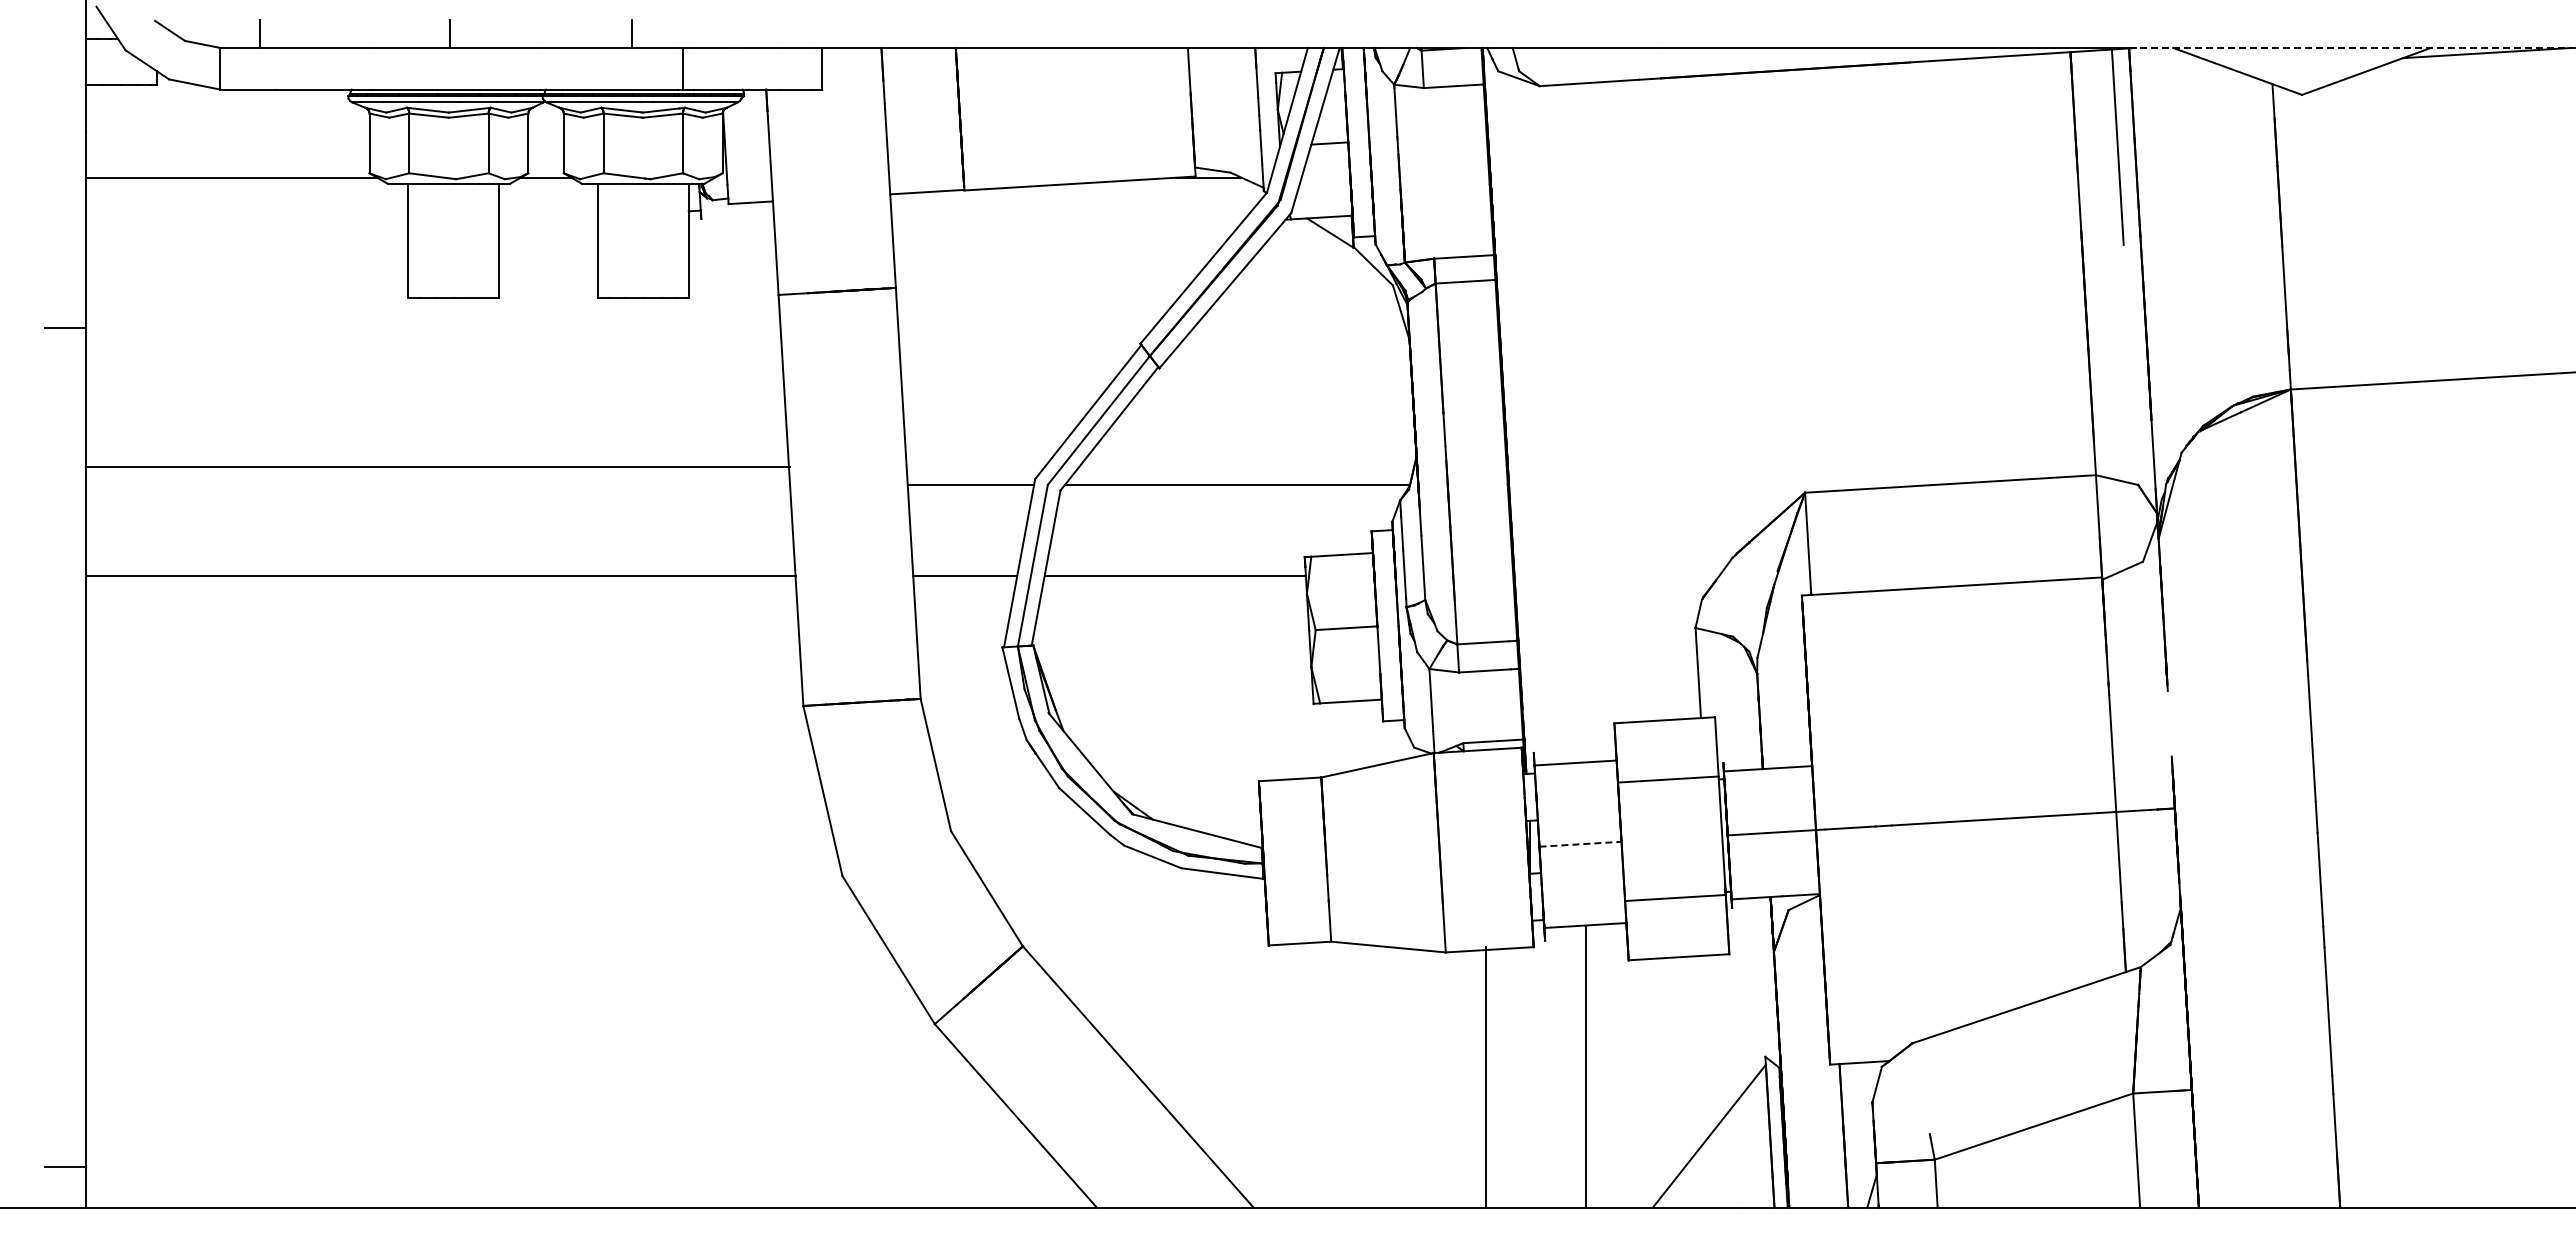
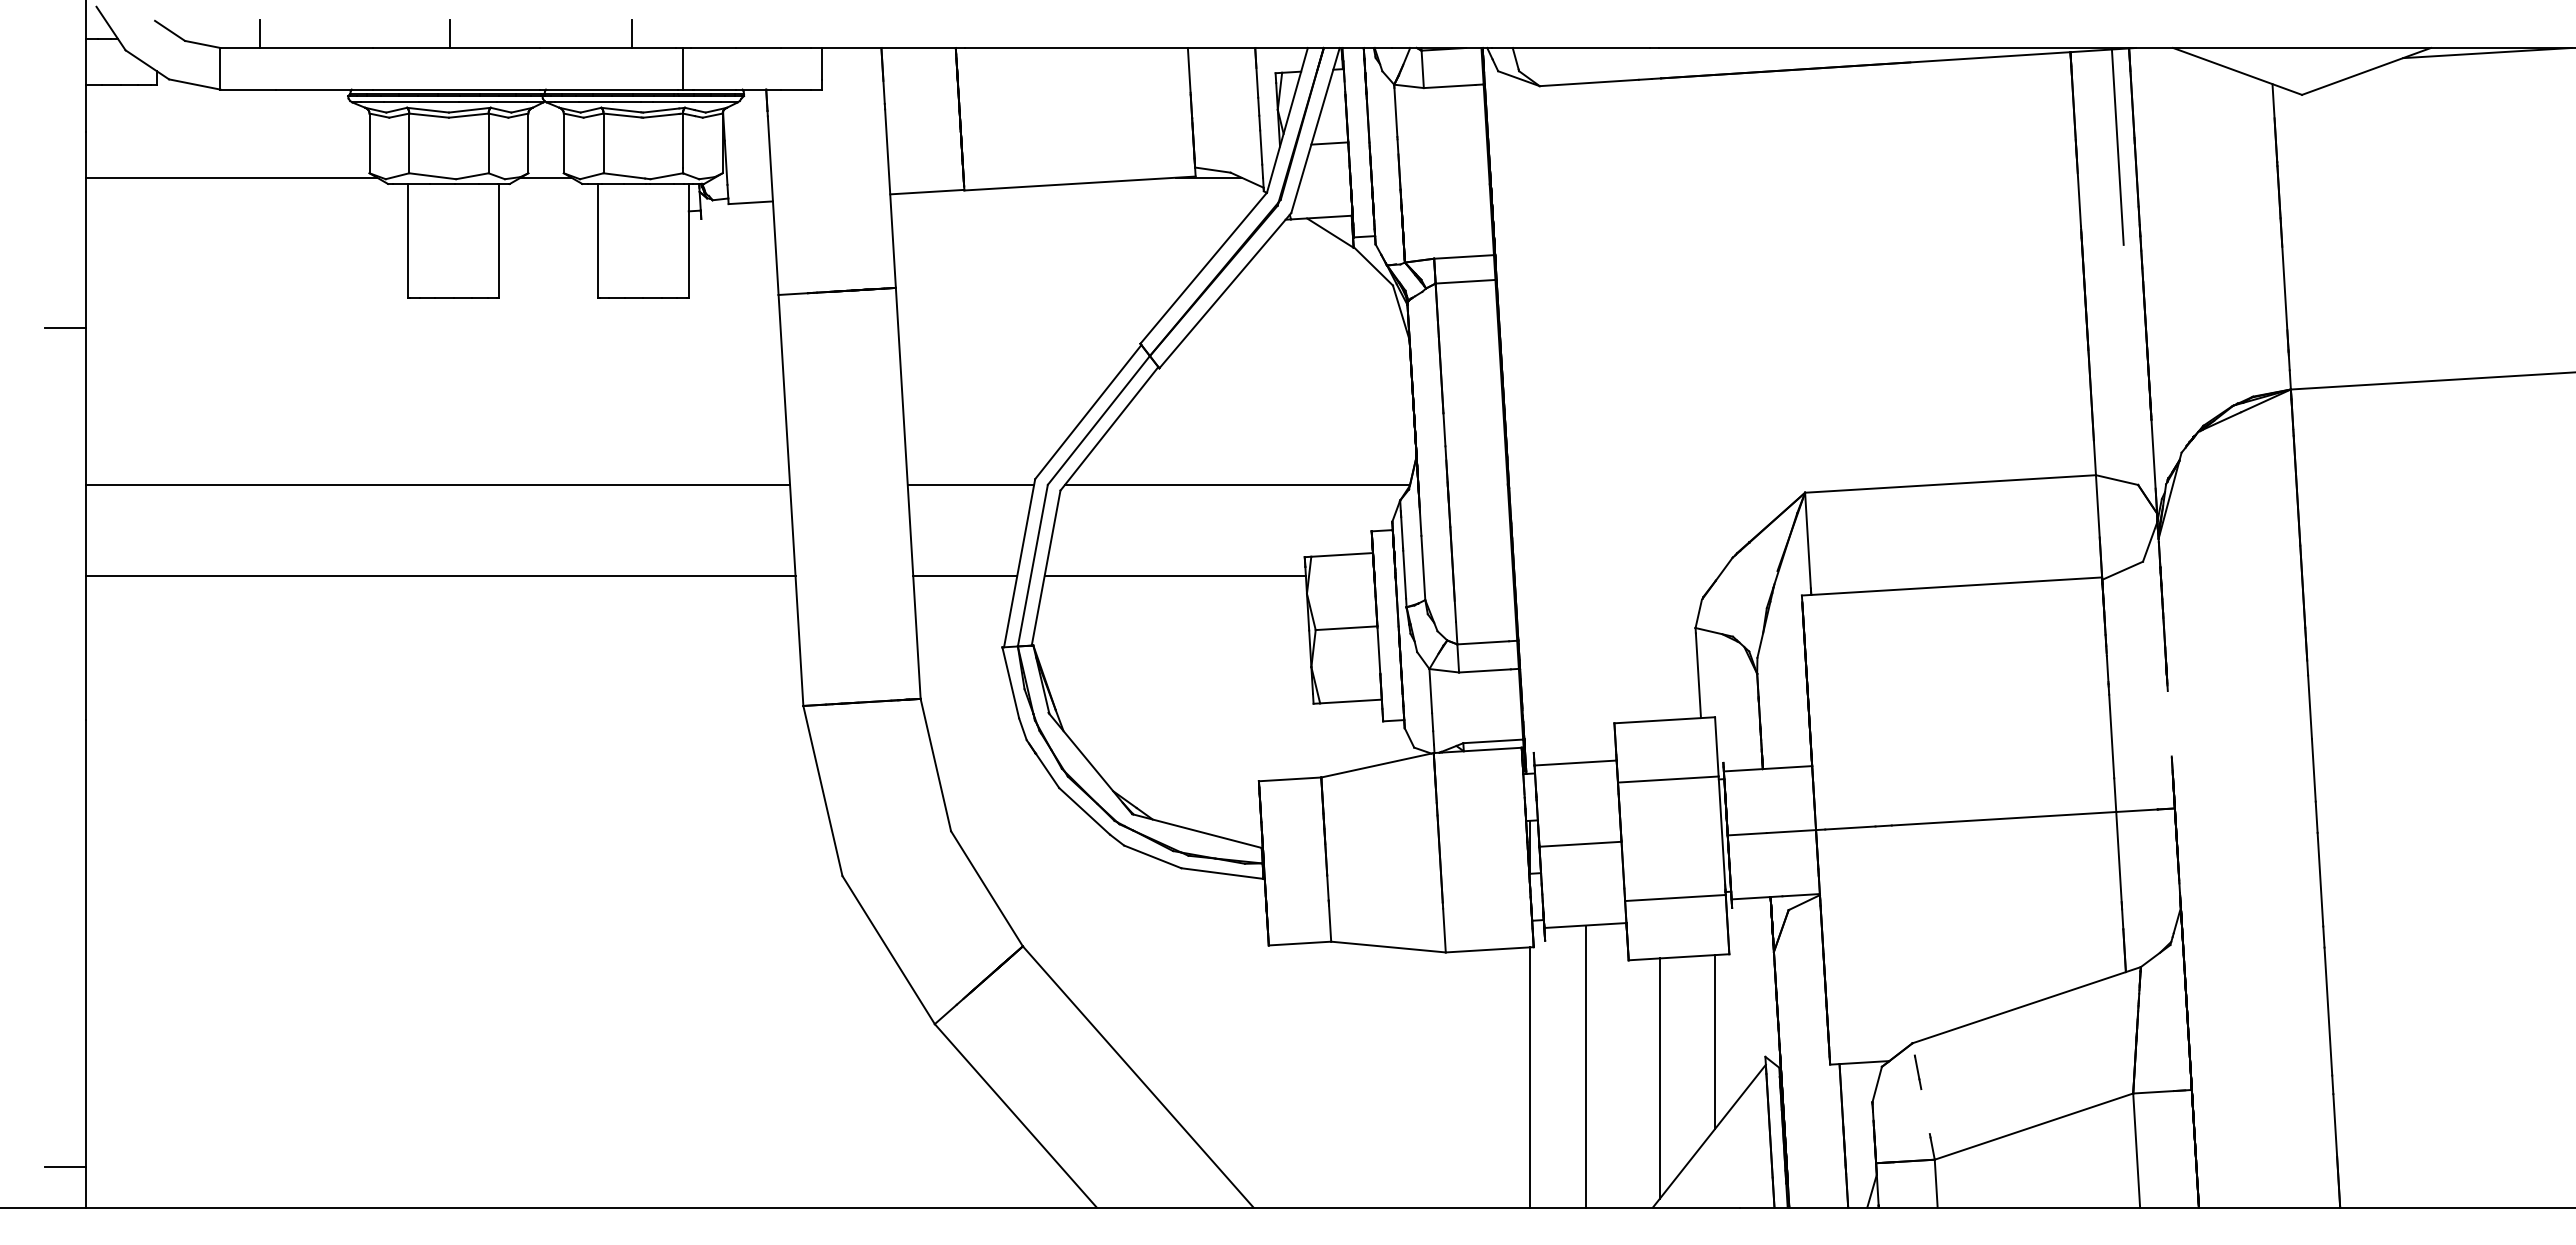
line at (2352, 47): dashed -> solid
line at (438, 467) position: (438, 467) -> (438, 485)
line at (1581, 844): dashed -> solid
line at (1715, 1041): none -> present
line at (1917, 1071): none -> present
line at (1486, 1077) position: (1486, 1077) -> (1530, 1077)
line at (1659, 1078): none -> present
